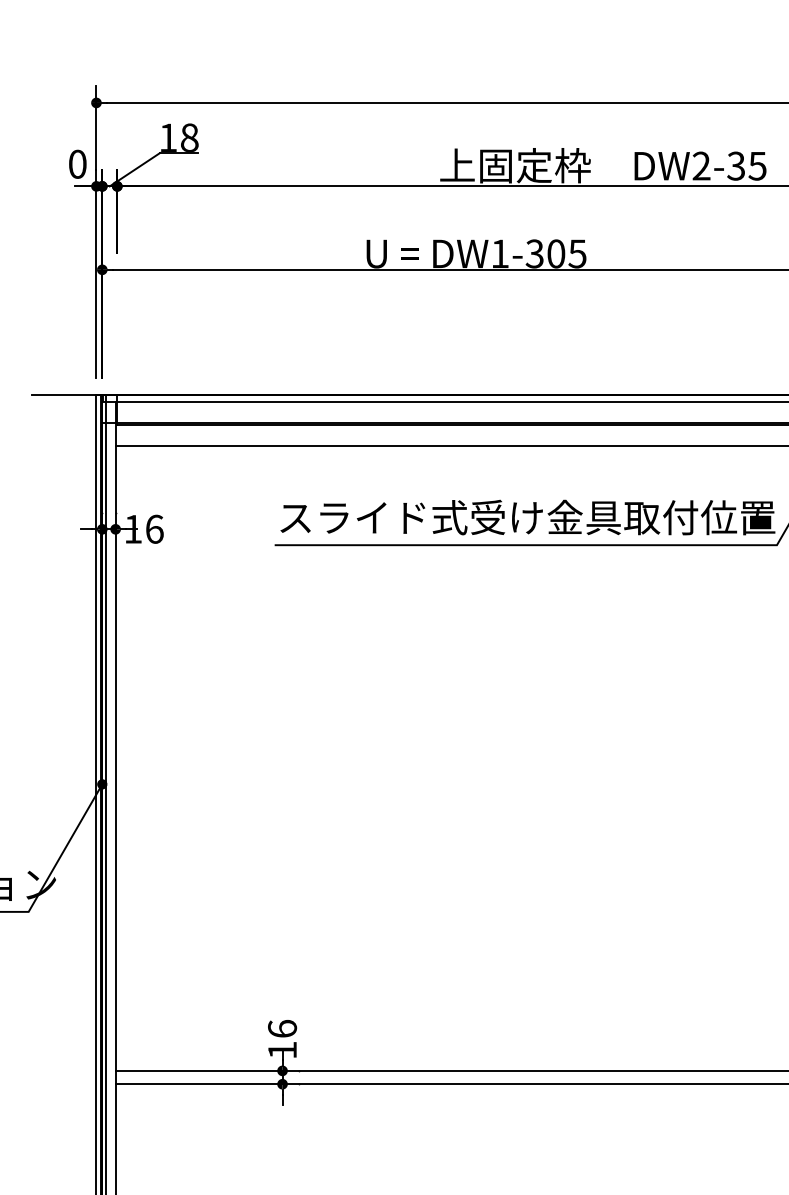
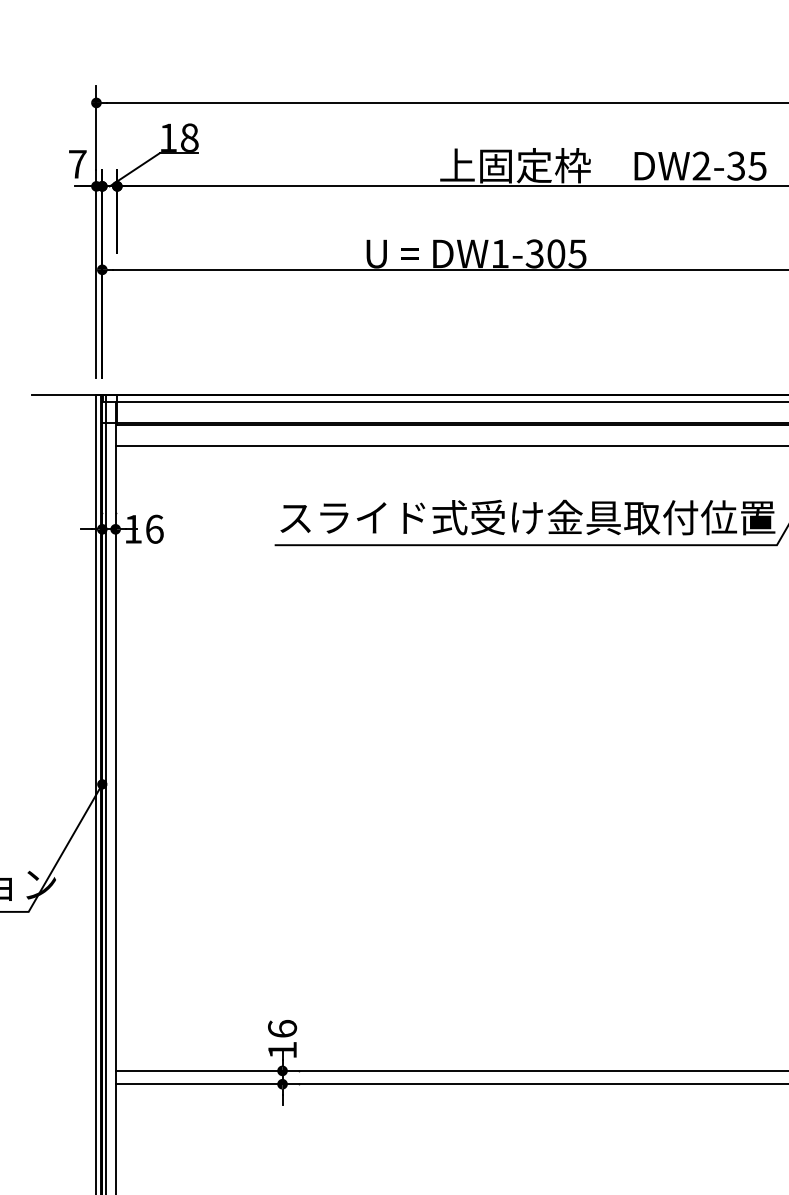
text at (77, 163): 0 -> 7
